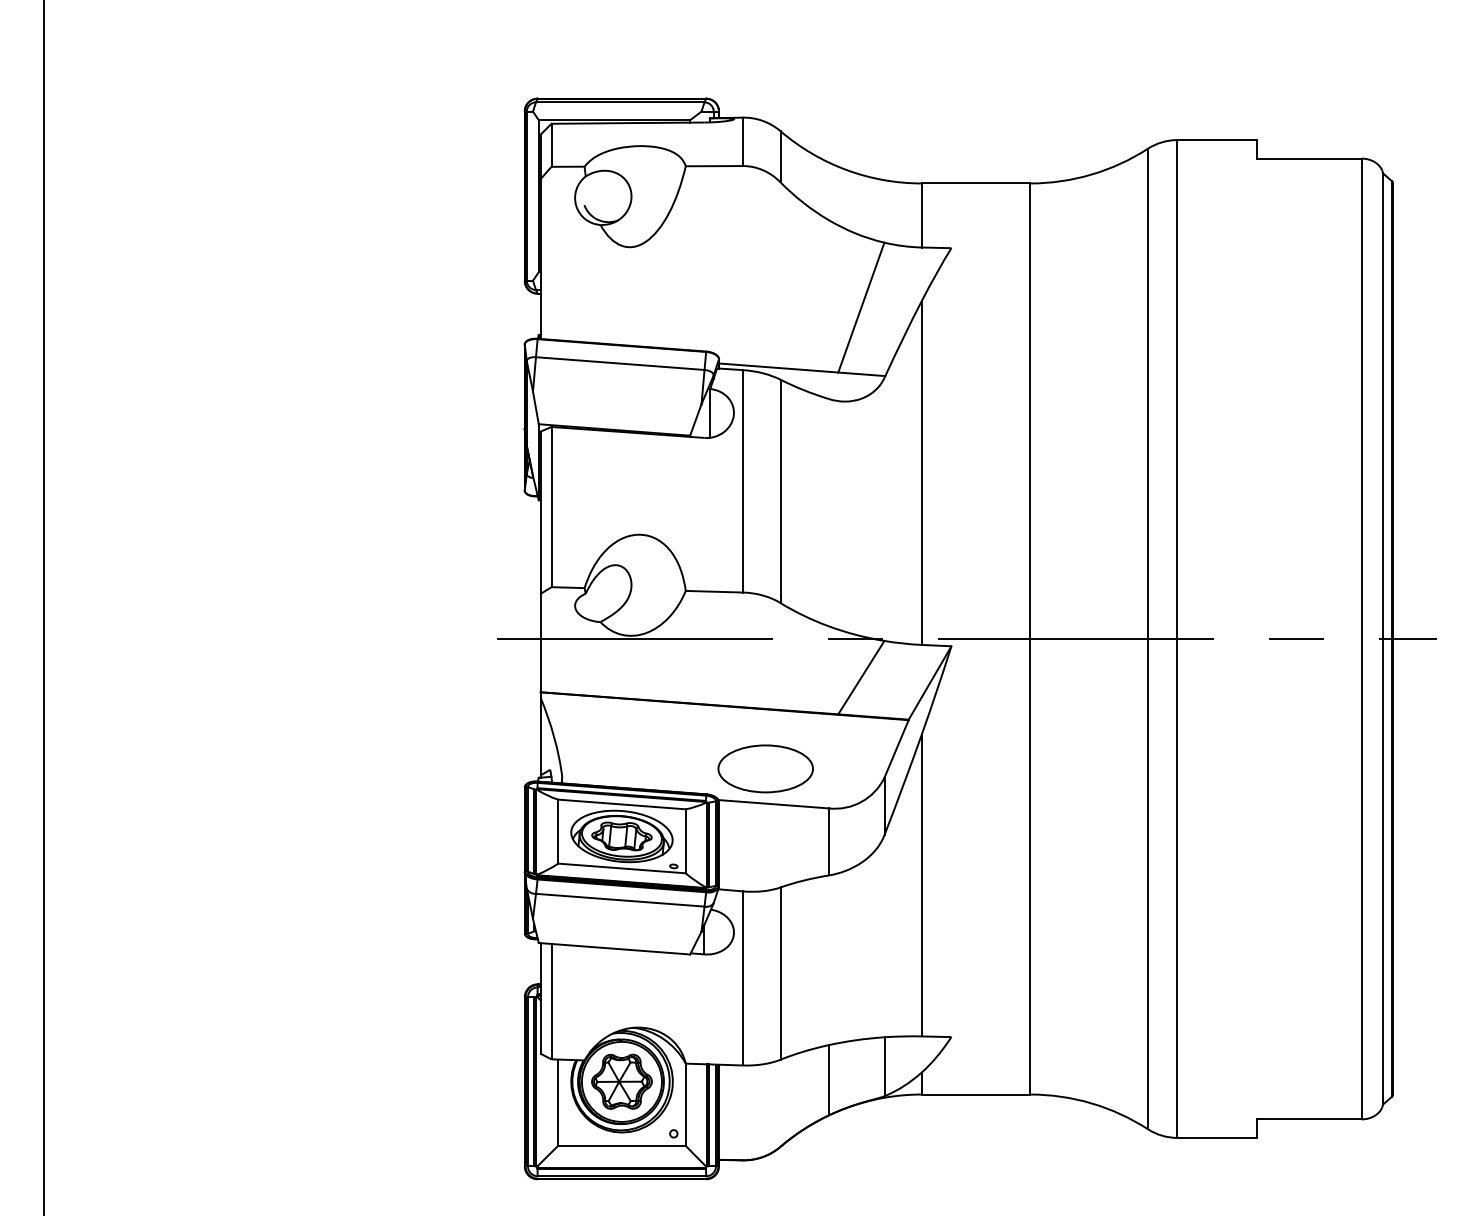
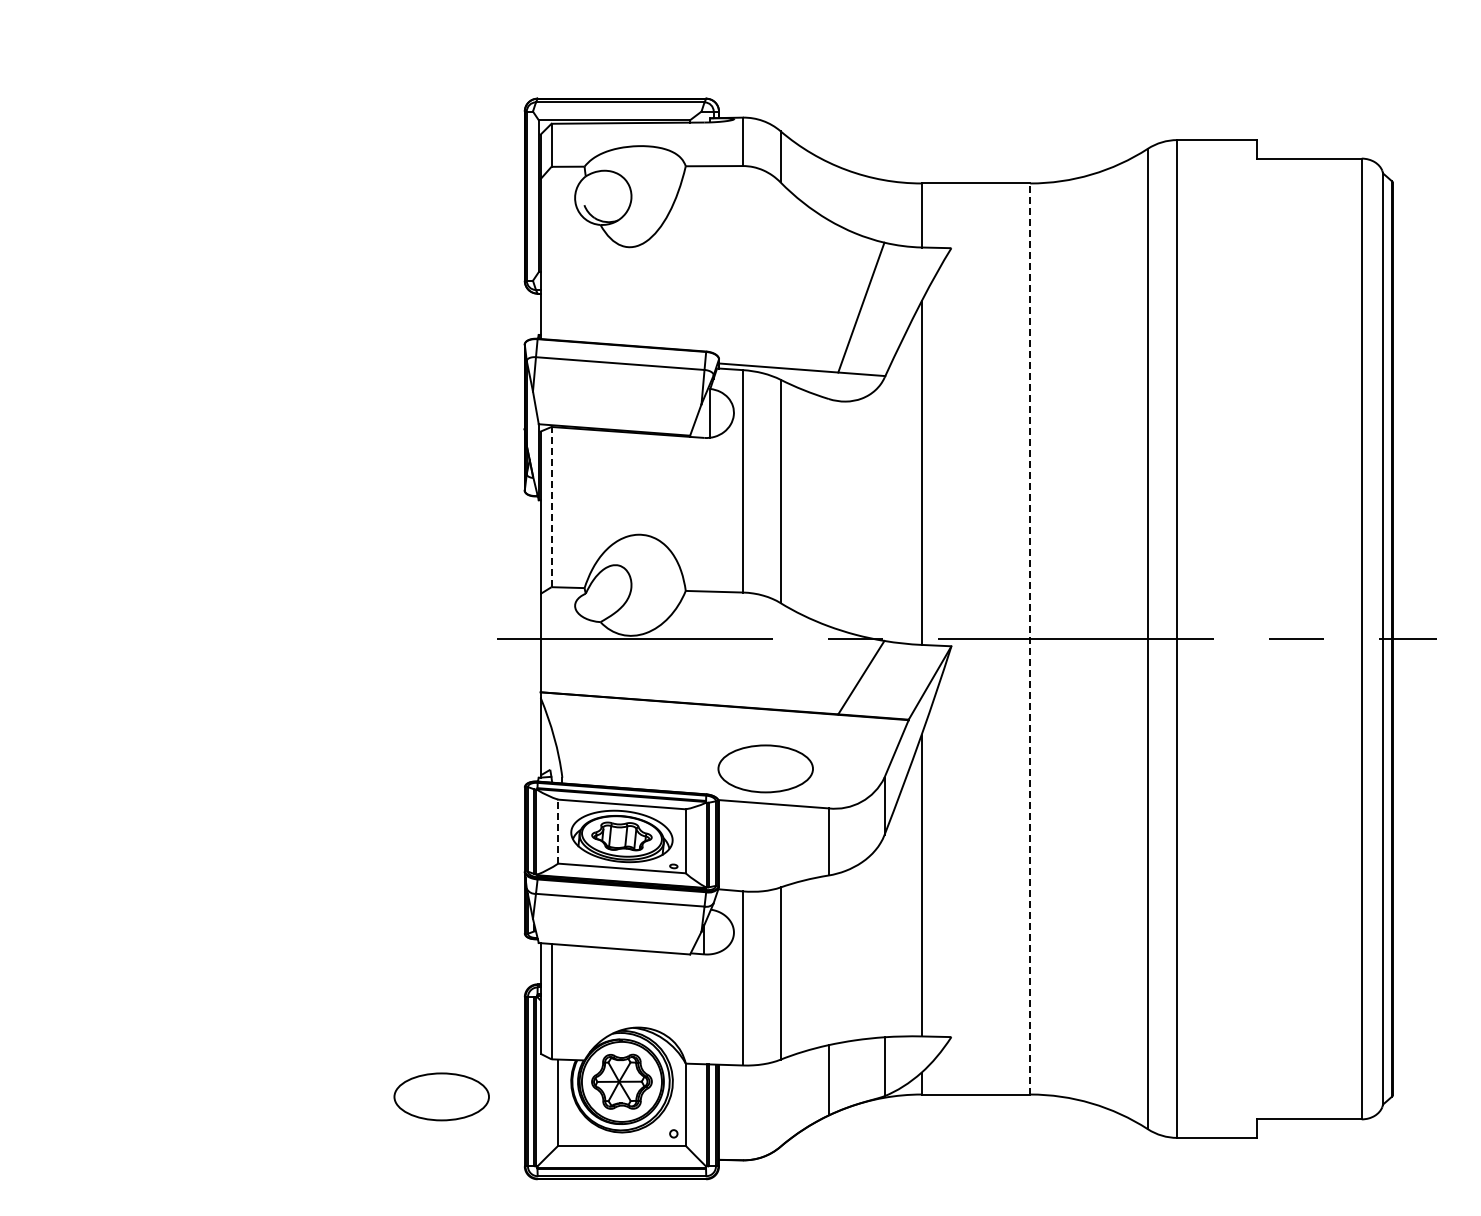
line at (551, 506): solid -> dashed
line at (44, 607): present -> none
line at (1030, 639): solid -> dashed
line at (558, 831): solid -> dashed
part at (441, 1096): none -> present
